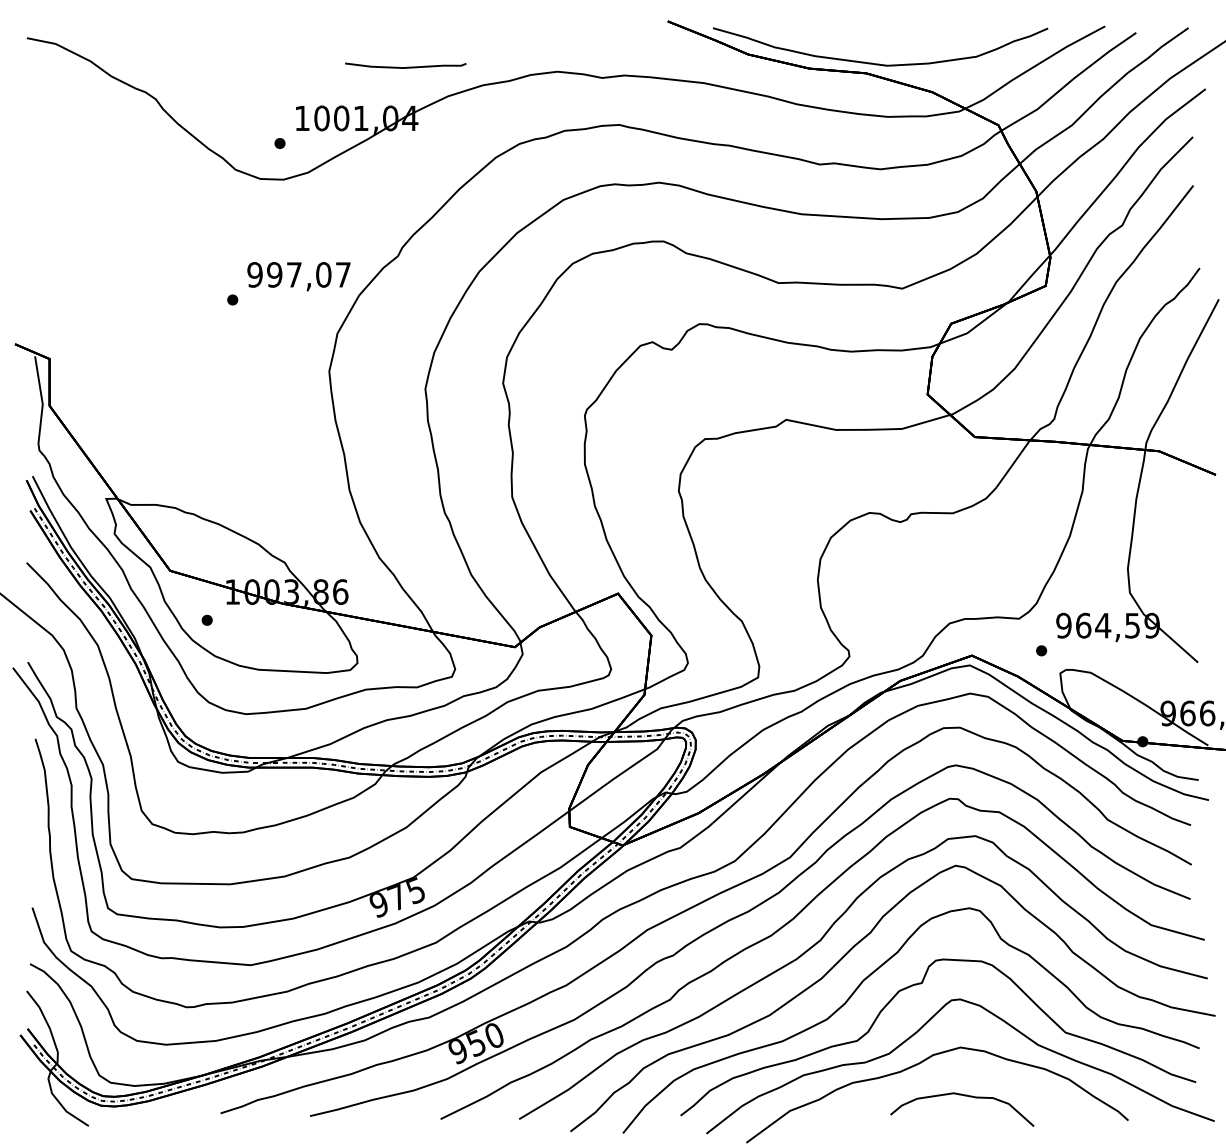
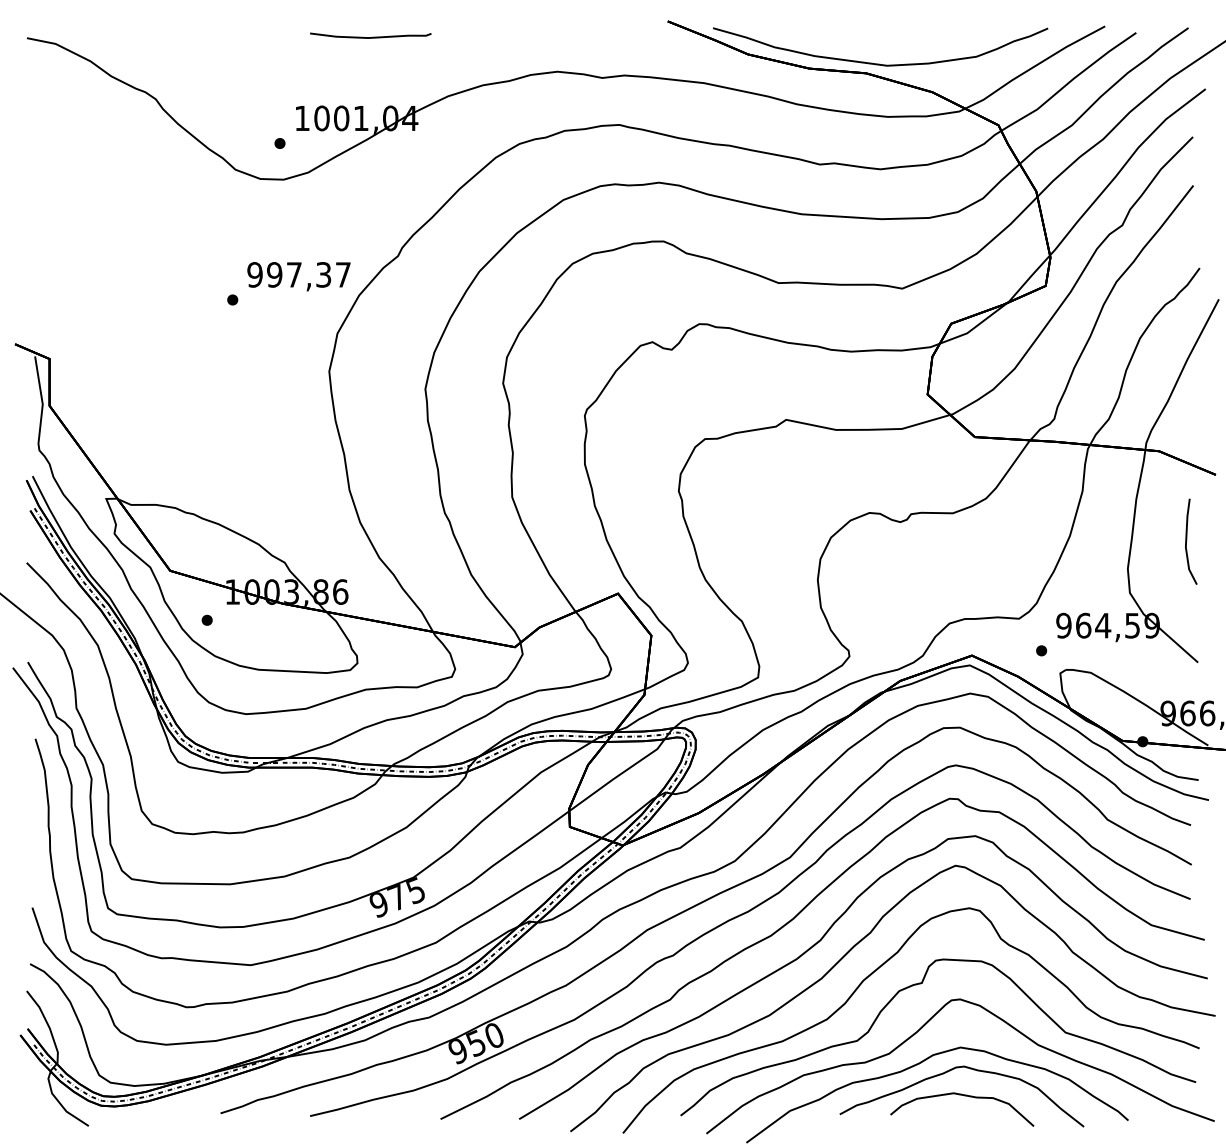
curve at (405, 67) position: (405, 67) -> (370, 37)
text at (323, 274): 997,07 -> 997,37
line at (1187, 540): none -> present
curve at (950, 1071): none -> present
